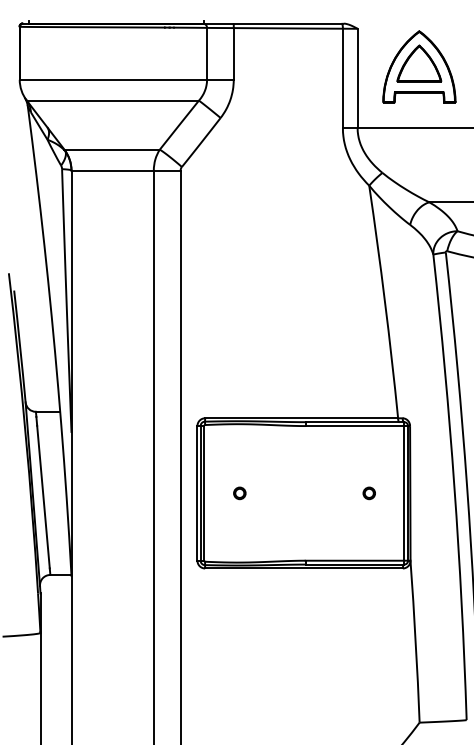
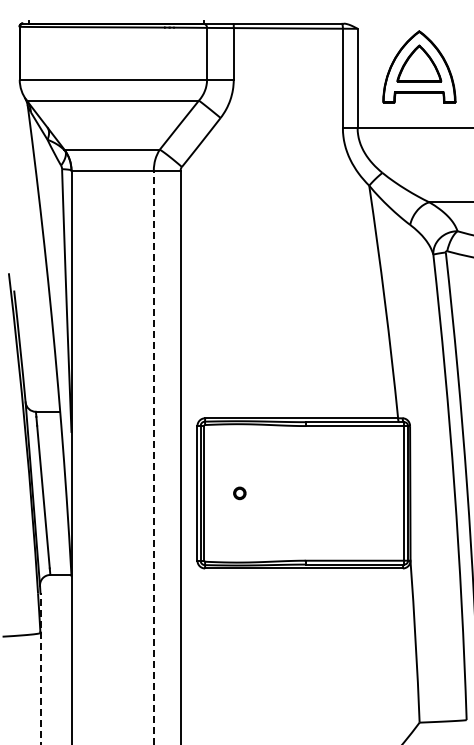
line at (153, 457): solid -> dashed
part at (368, 493): present -> none
line at (40, 668): solid -> dashed
